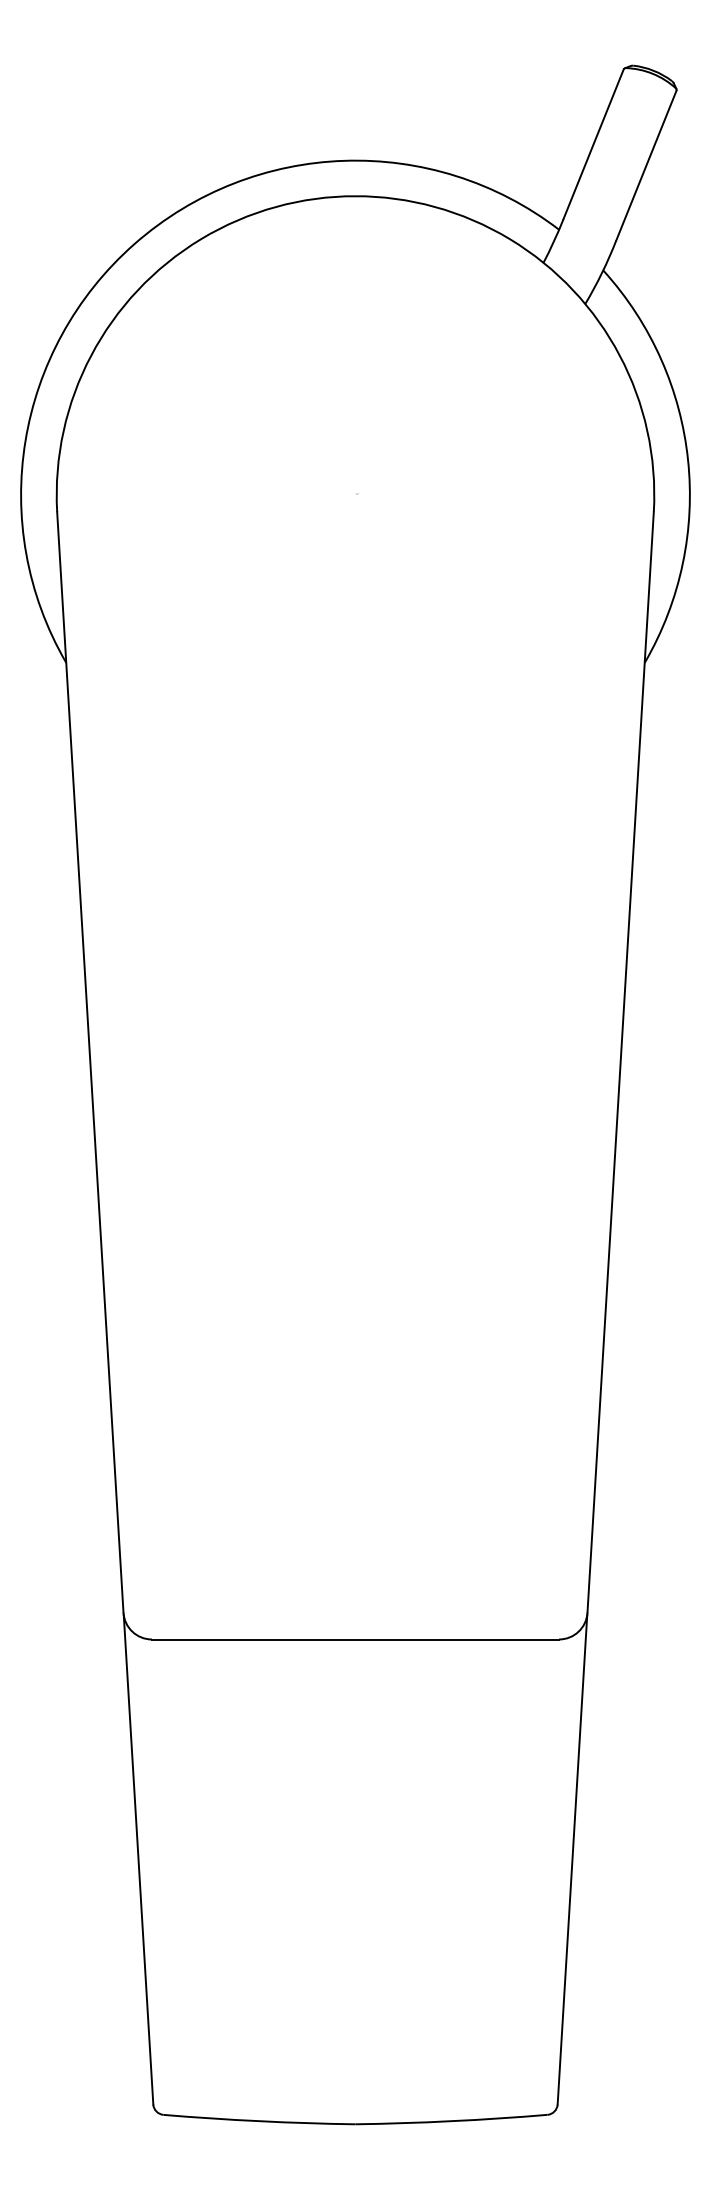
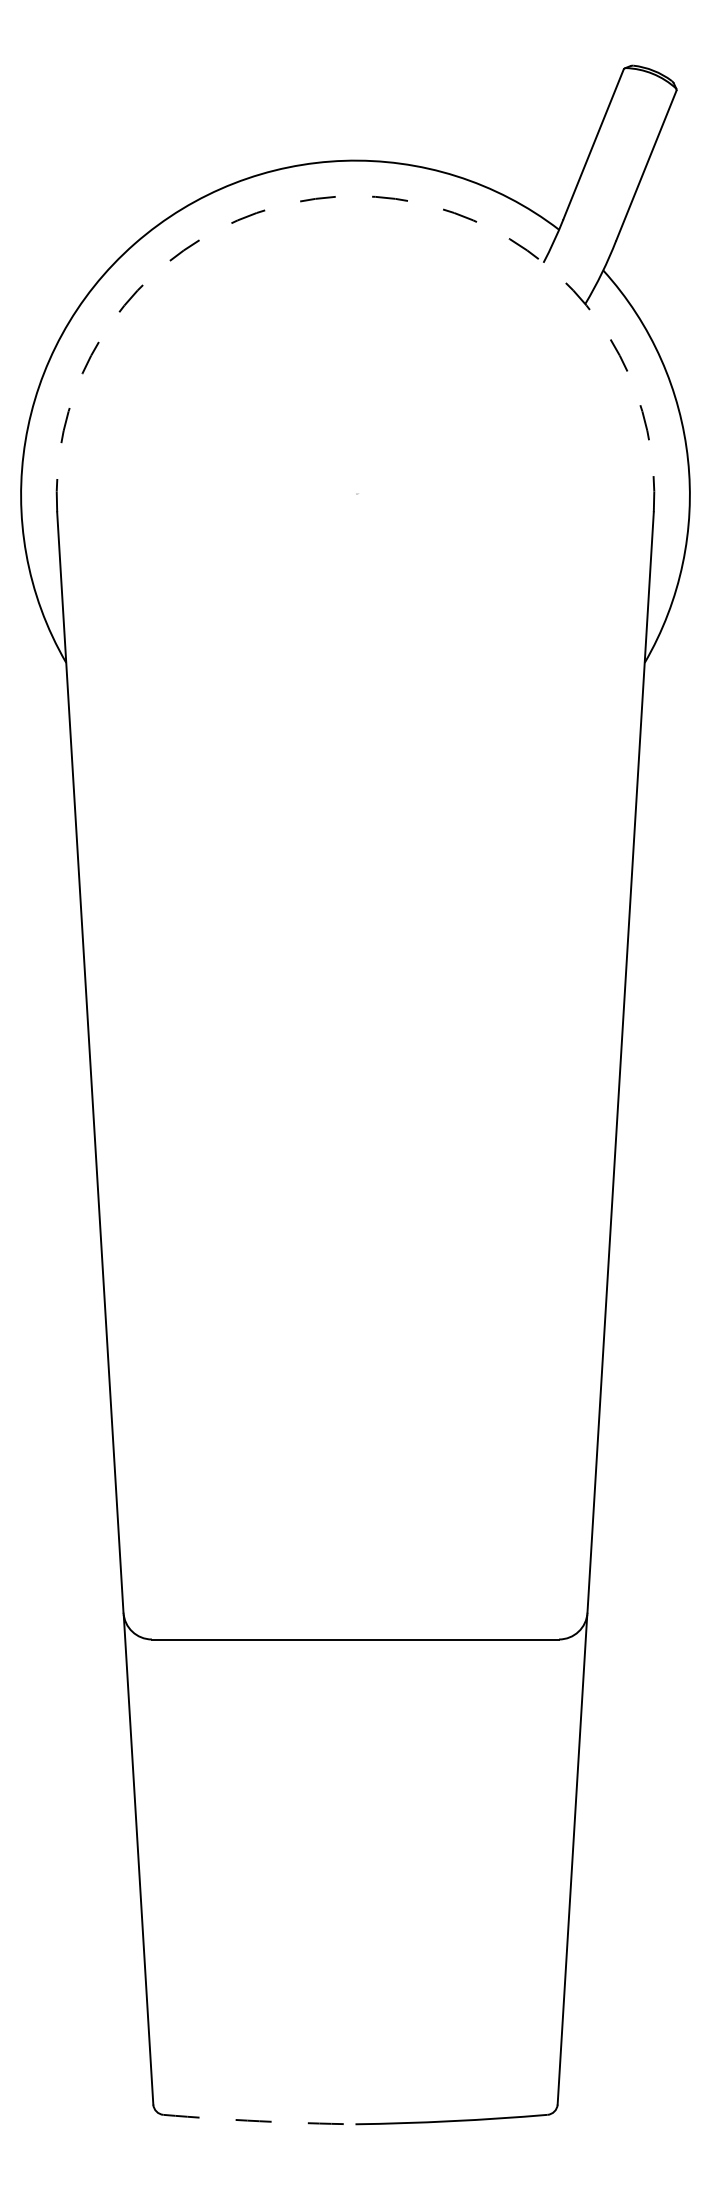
arc at (355, 196): solid -> dashed
arc at (259, 2121): solid -> dashed
